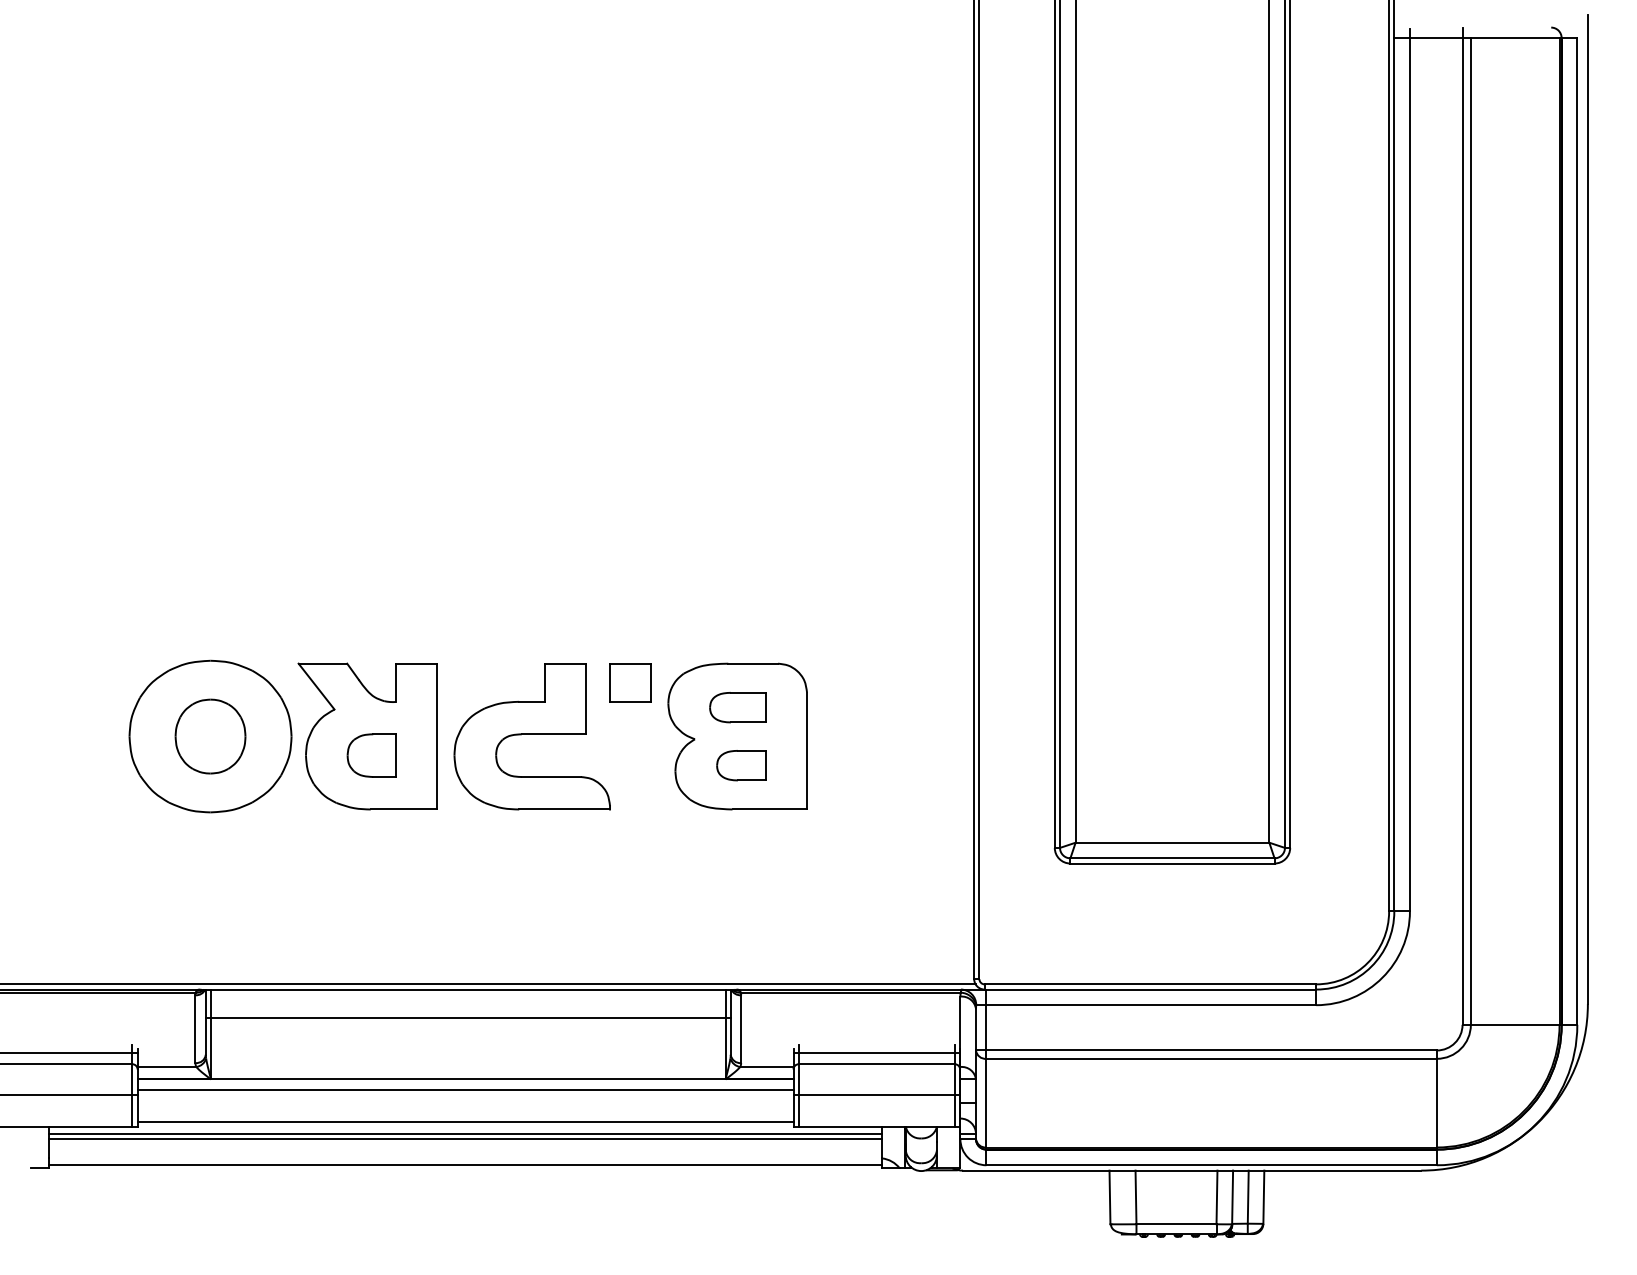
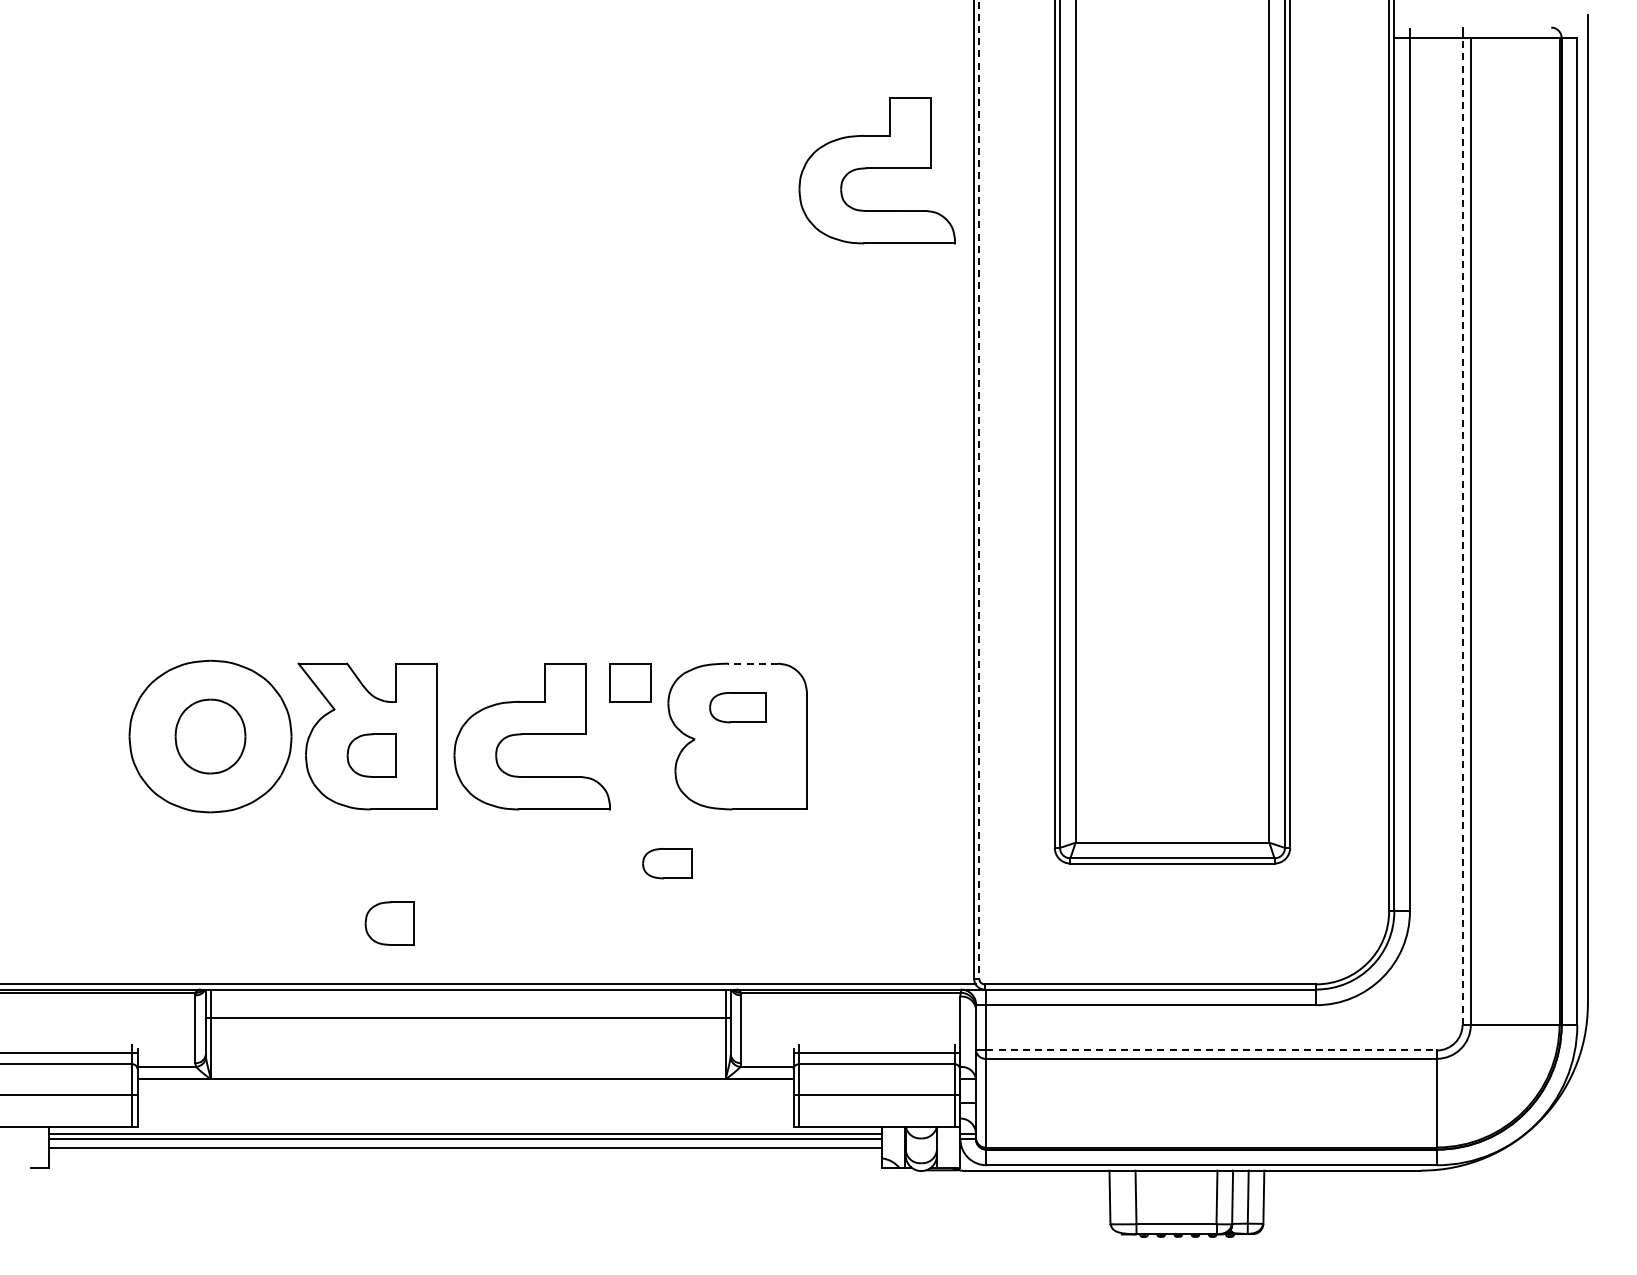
part at (876, 170): none -> present
line at (979, 490): solid -> dashed
line at (1462, 530): solid -> dashed
line at (753, 663): solid -> dashed
part at (741, 765) position: (741, 765) -> (667, 863)
part at (389, 923): none -> present
line at (1212, 1050): solid -> dashed
line at (465, 1090): present -> none
line at (465, 1121): present -> none
line at (465, 1165) position: (465, 1165) -> (465, 1148)
